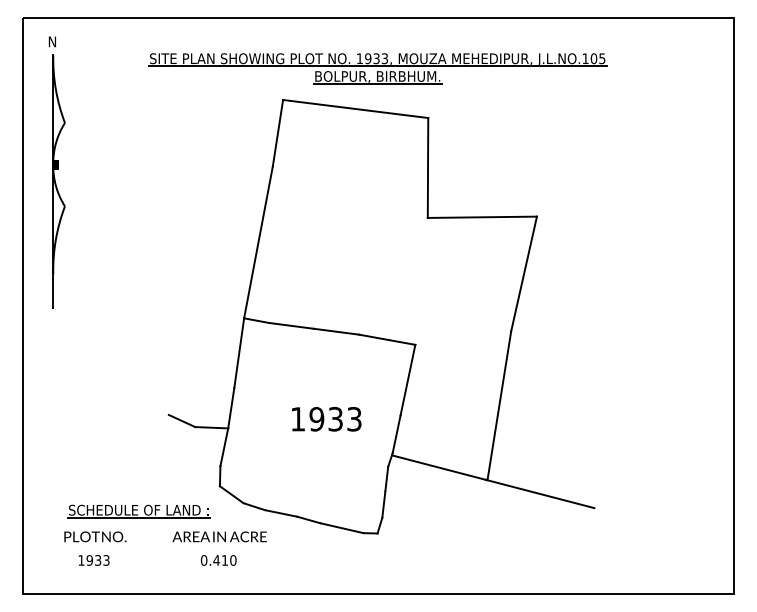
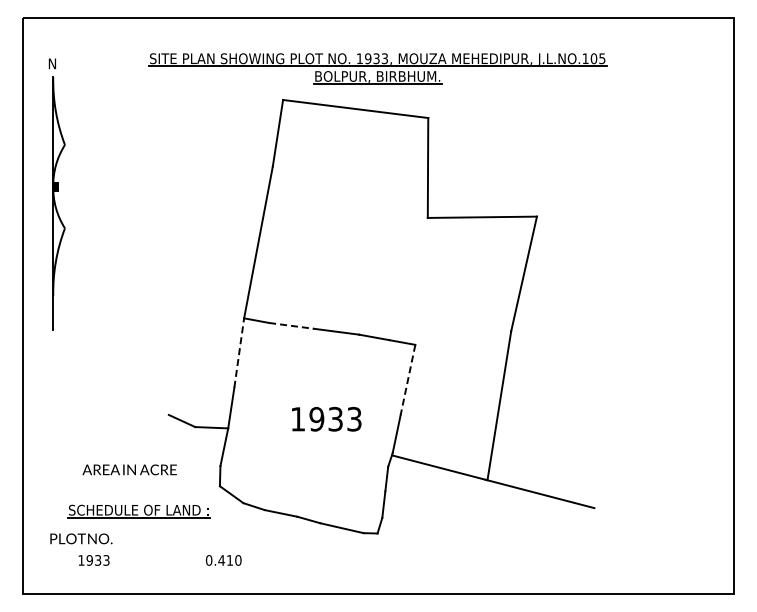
part at (56, 172) position: (56, 172) -> (56, 194)
line at (291, 325): solid -> dashed
line at (239, 352): solid -> dashed
line at (407, 380): solid -> dashed
text at (95, 536) position: (95, 536) -> (81, 538)
text at (219, 536) position: (219, 536) -> (129, 469)
text at (218, 560) position: (218, 560) -> (223, 560)
